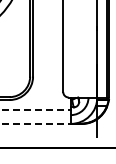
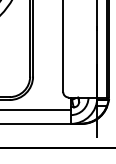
line at (35, 109): dashed -> solid
line at (35, 123): dashed -> solid
